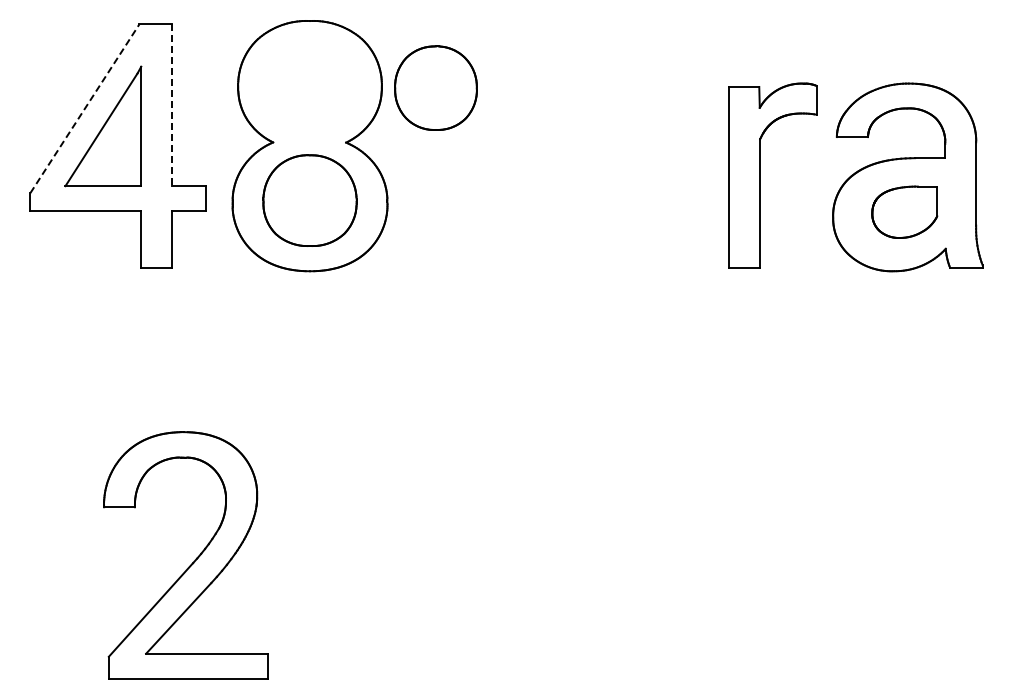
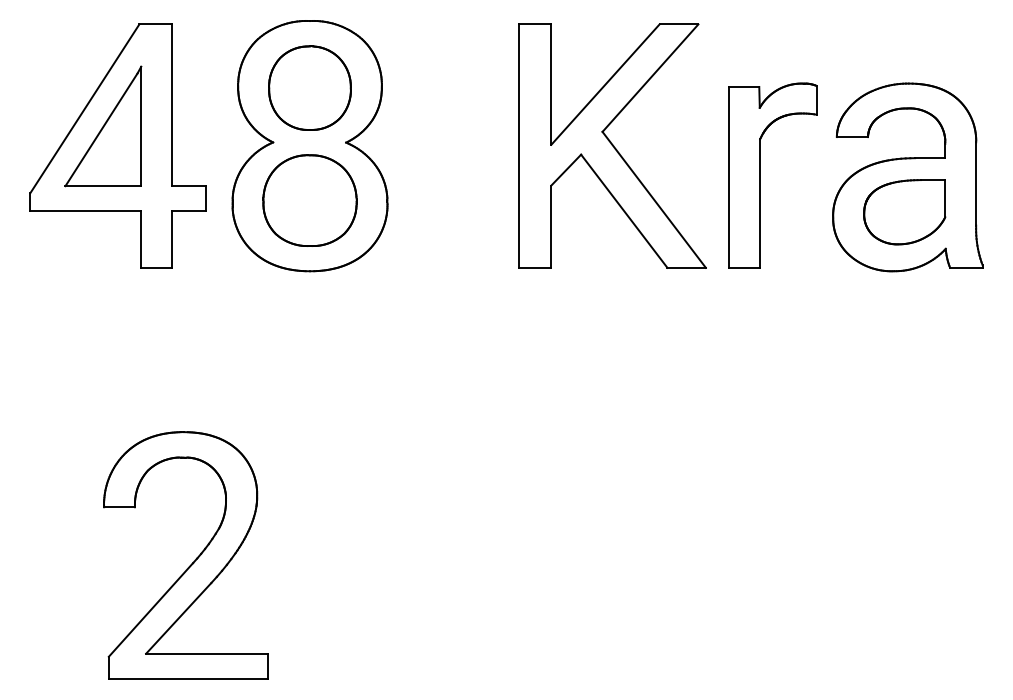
part at (435, 87) position: (435, 87) -> (309, 87)
line at (172, 105): dashed -> solid
line at (85, 108): dashed -> solid
part at (612, 145): none -> present
part at (904, 211) size: 68x54 px -> 84x67 px
